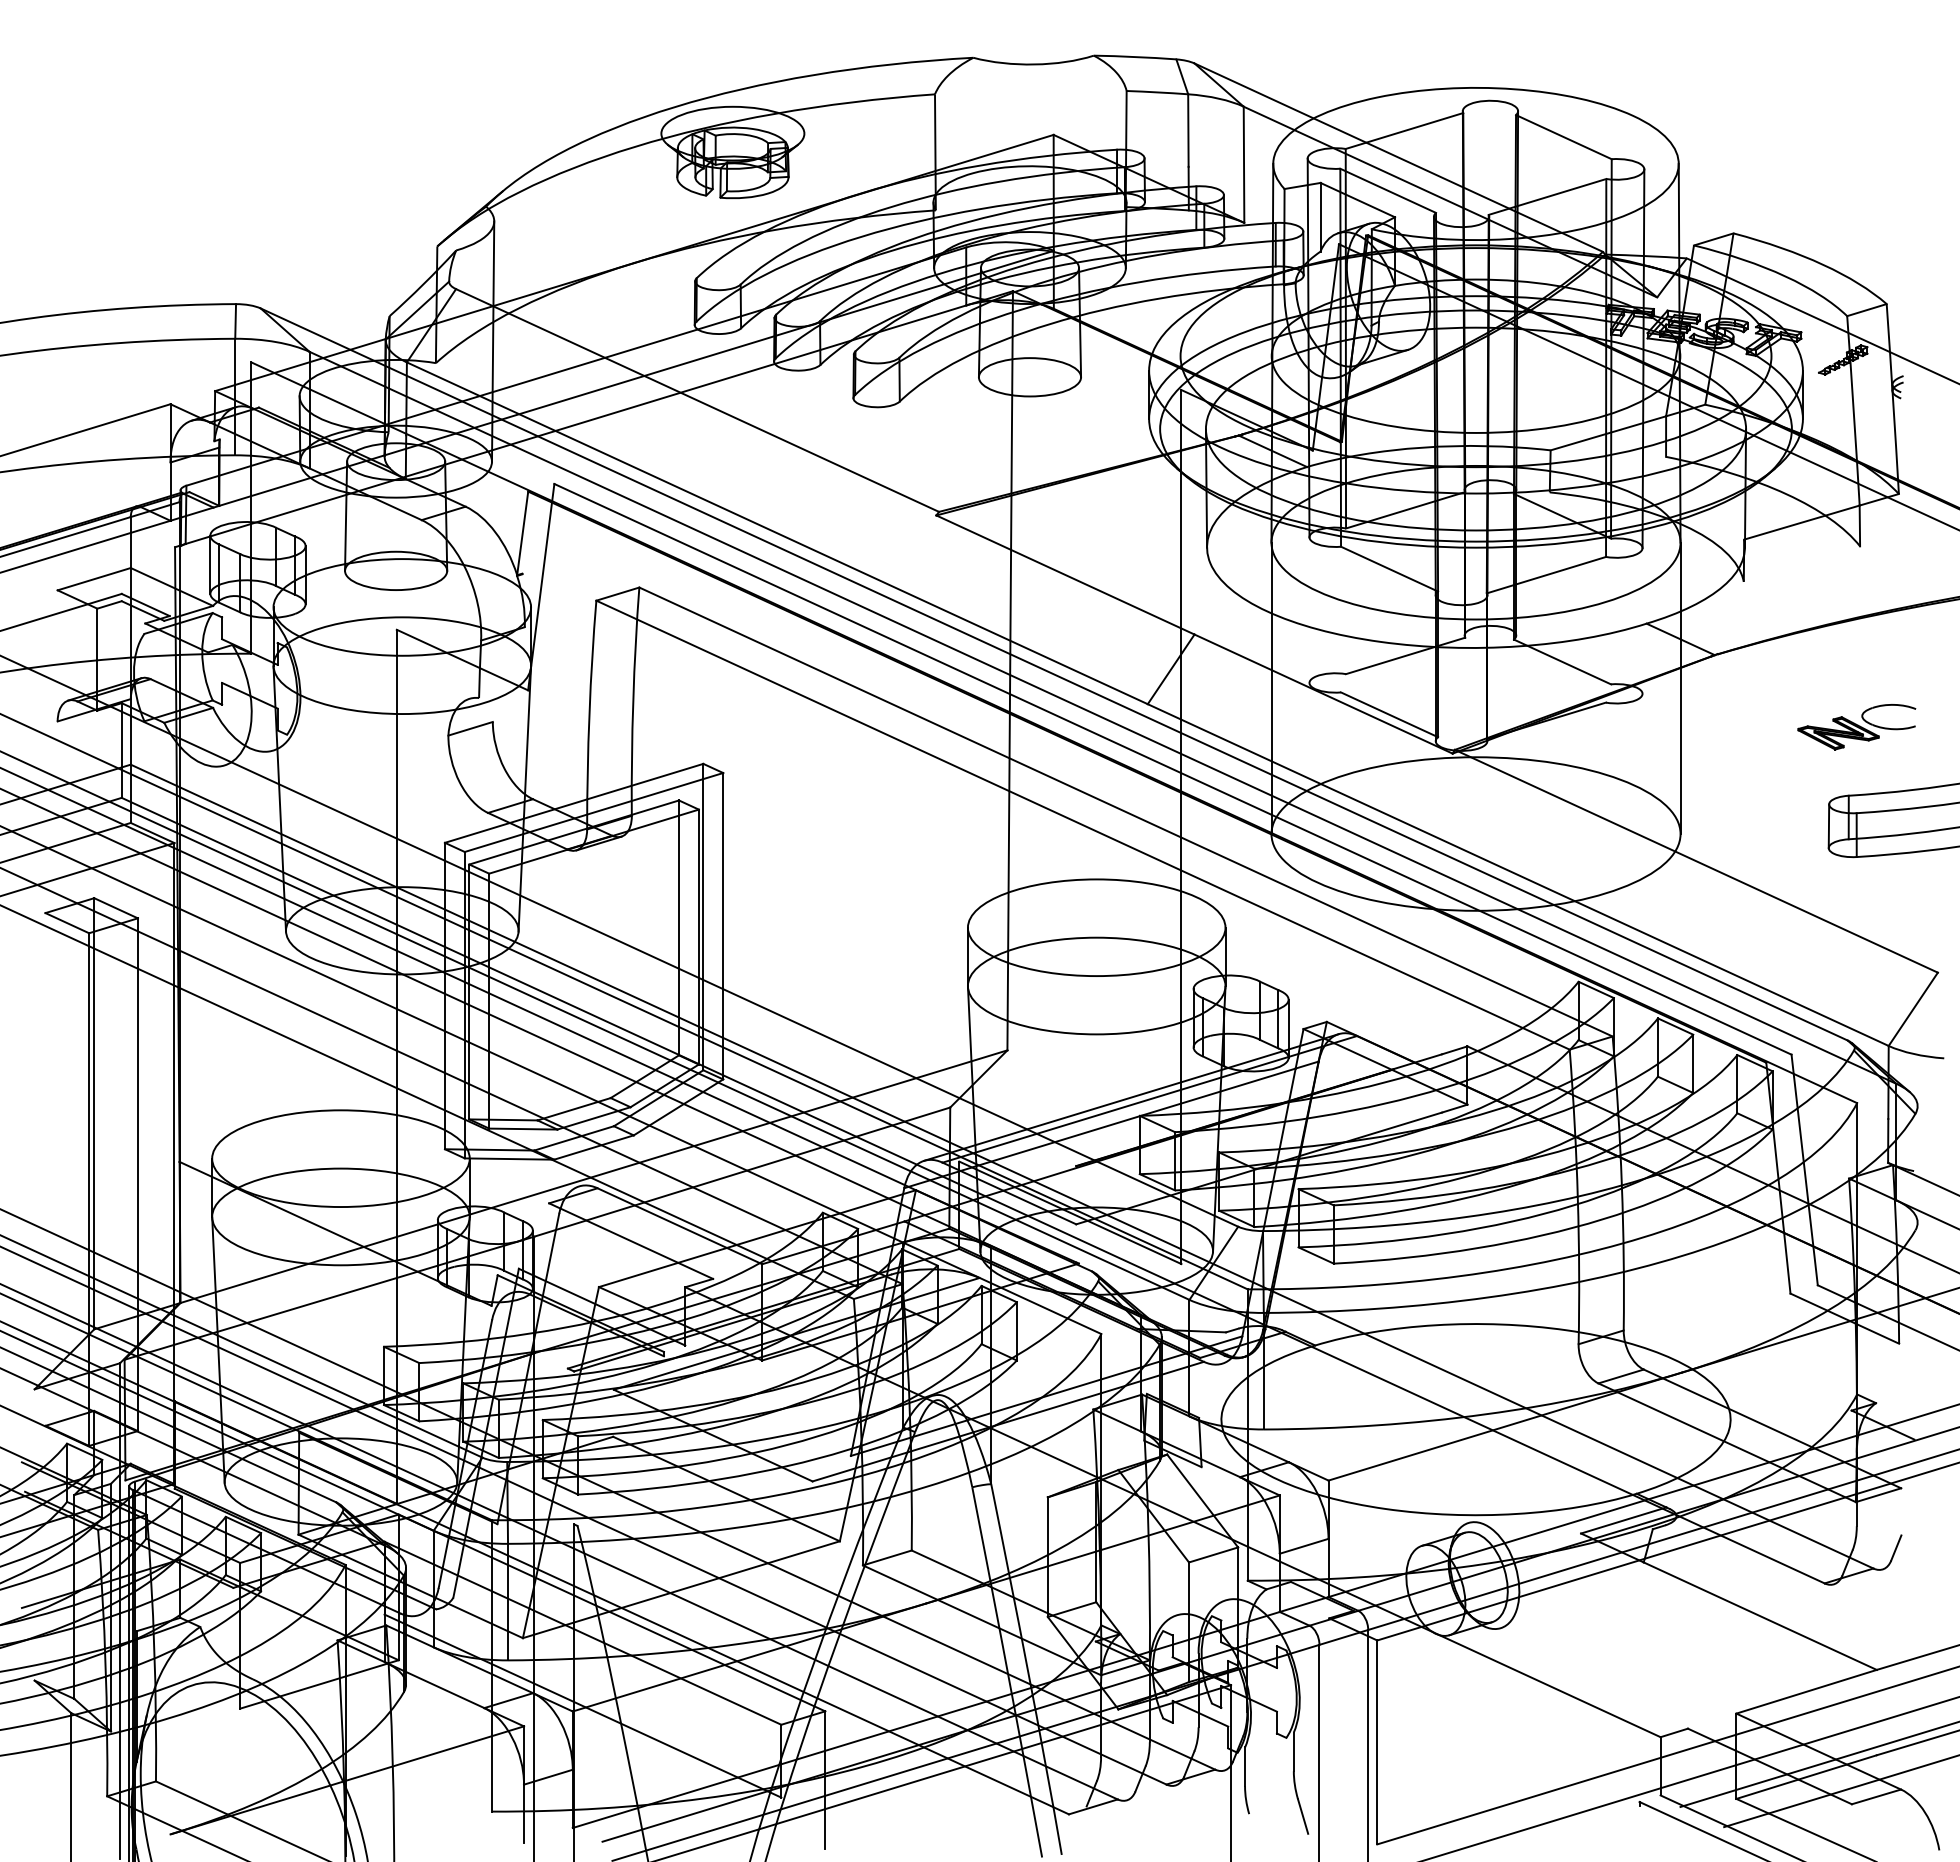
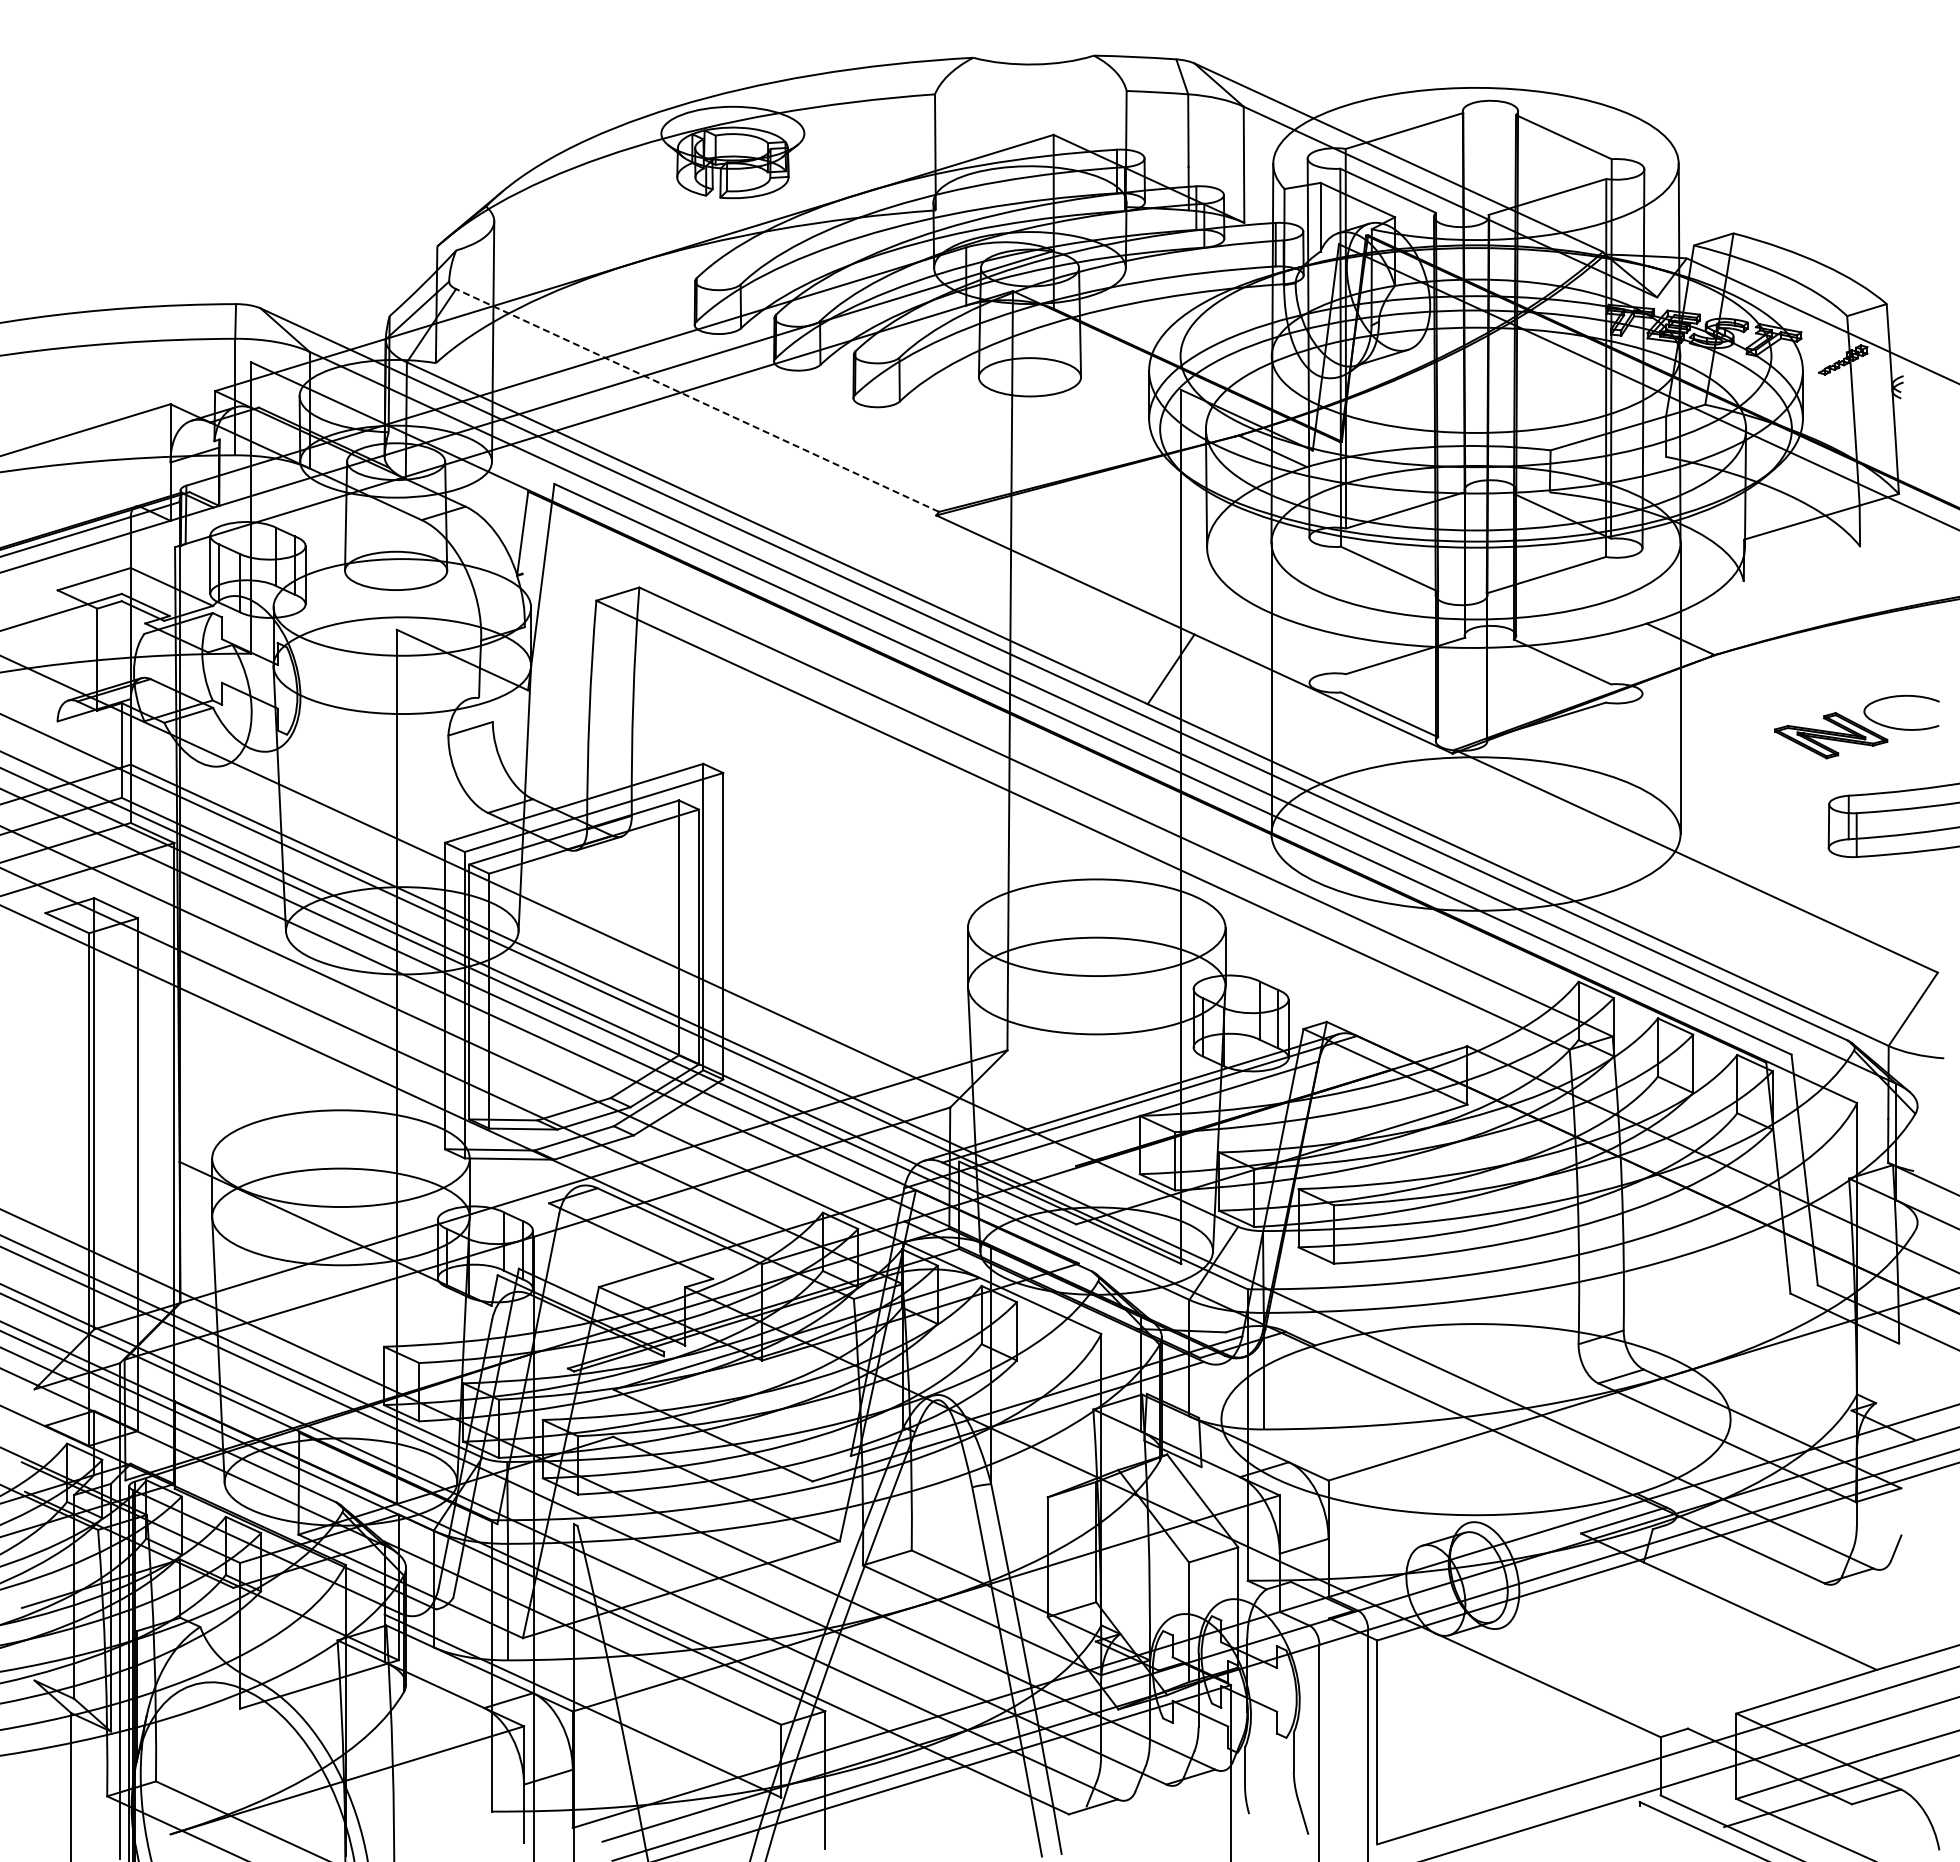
line at (697, 400): solid -> dashed
part at (1856, 727) size: 120x47 px -> 166x66 px
line at (1818, 1764): present -> none
